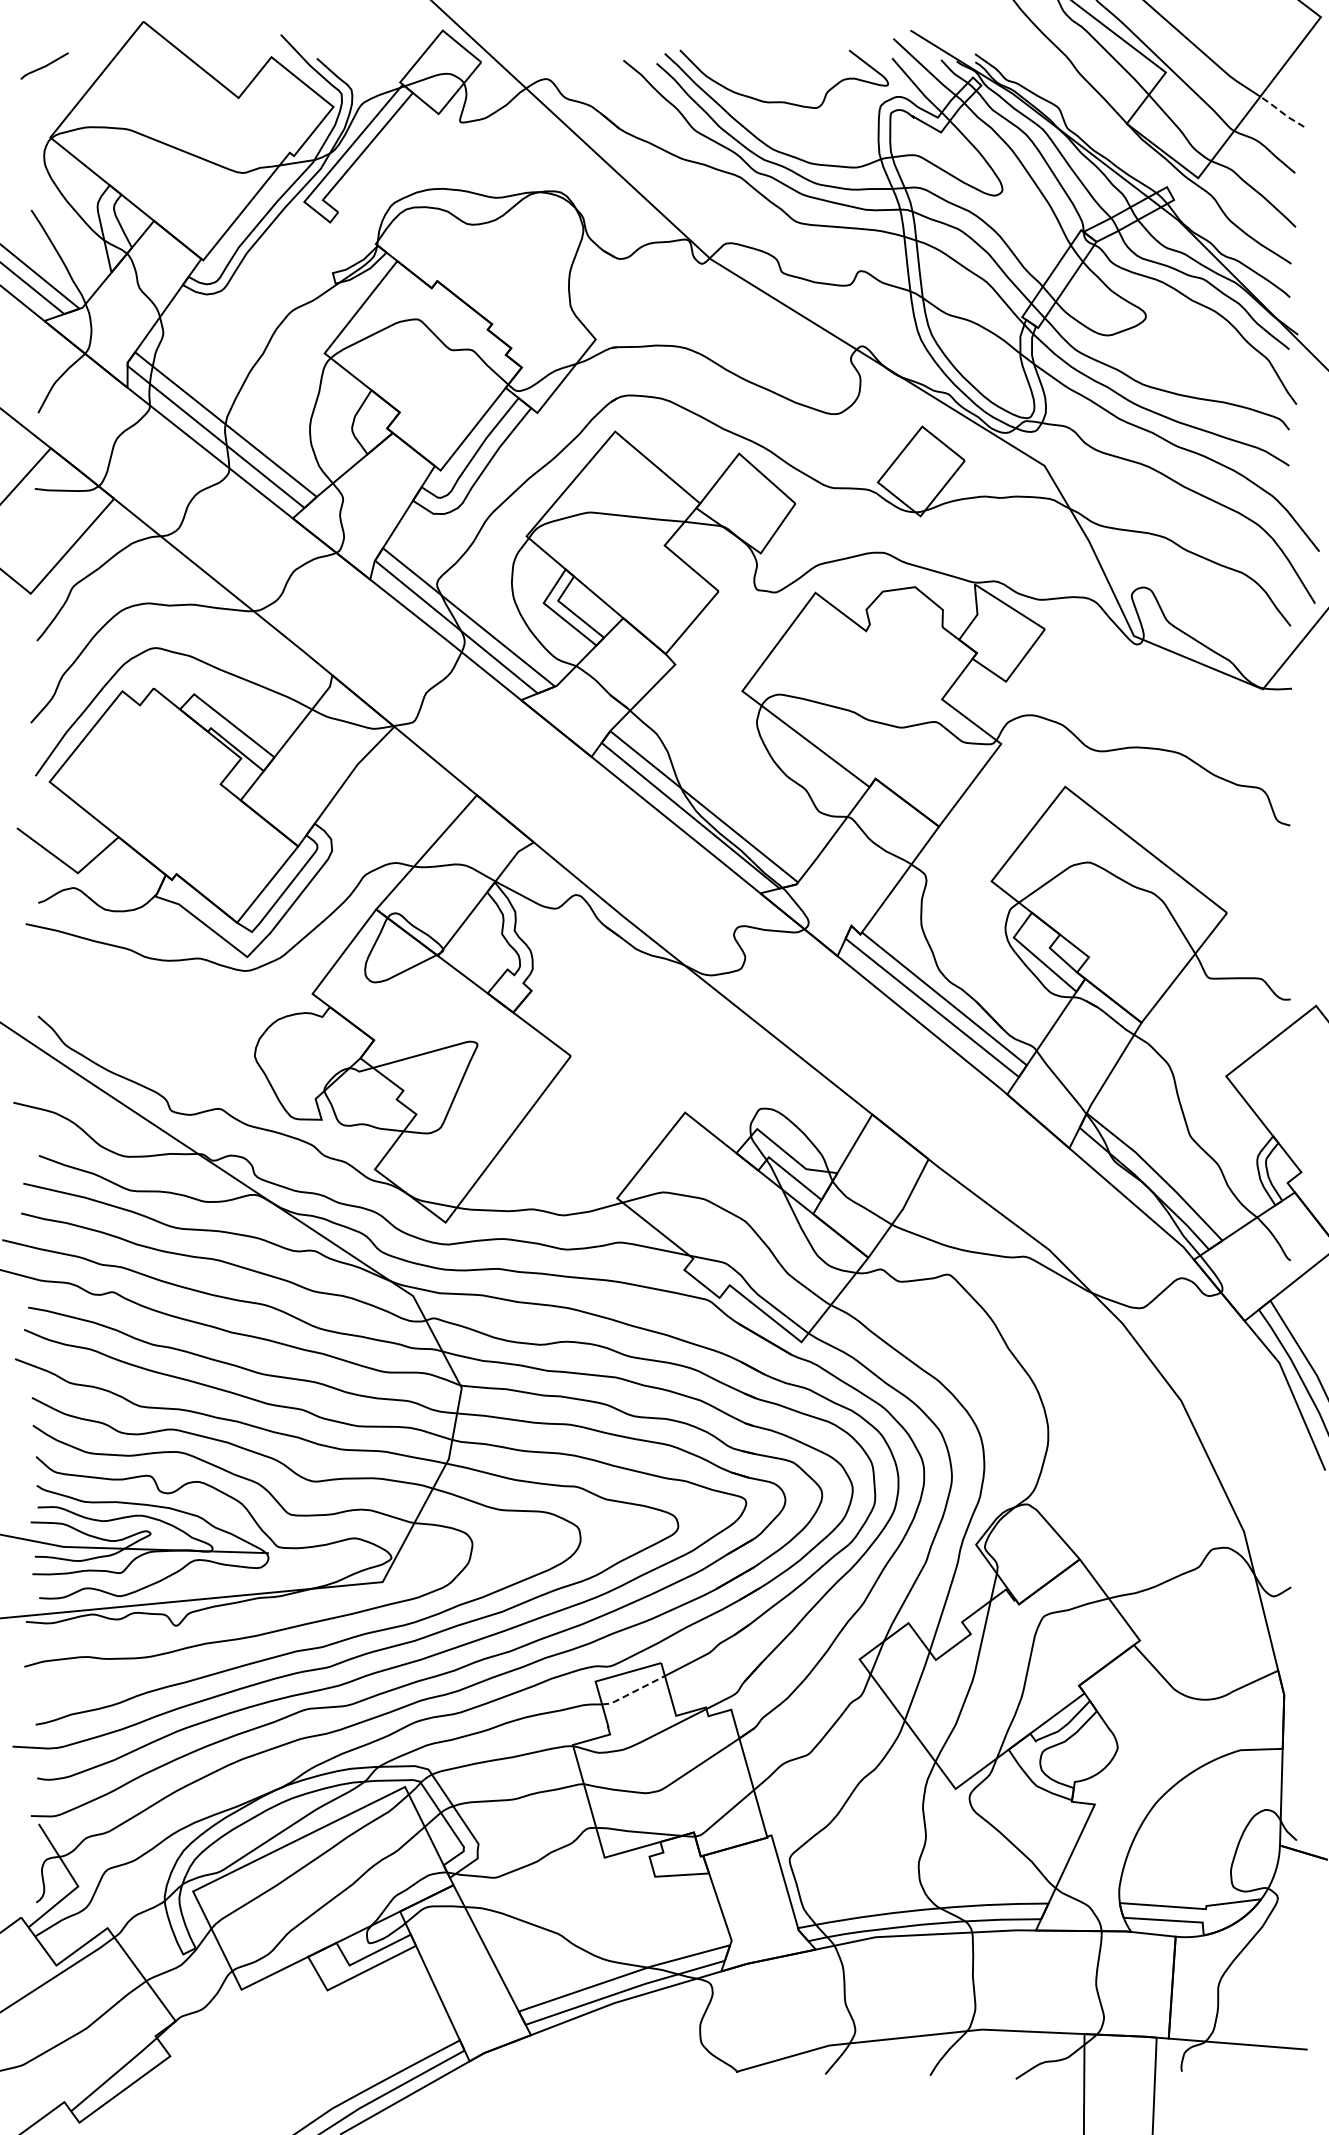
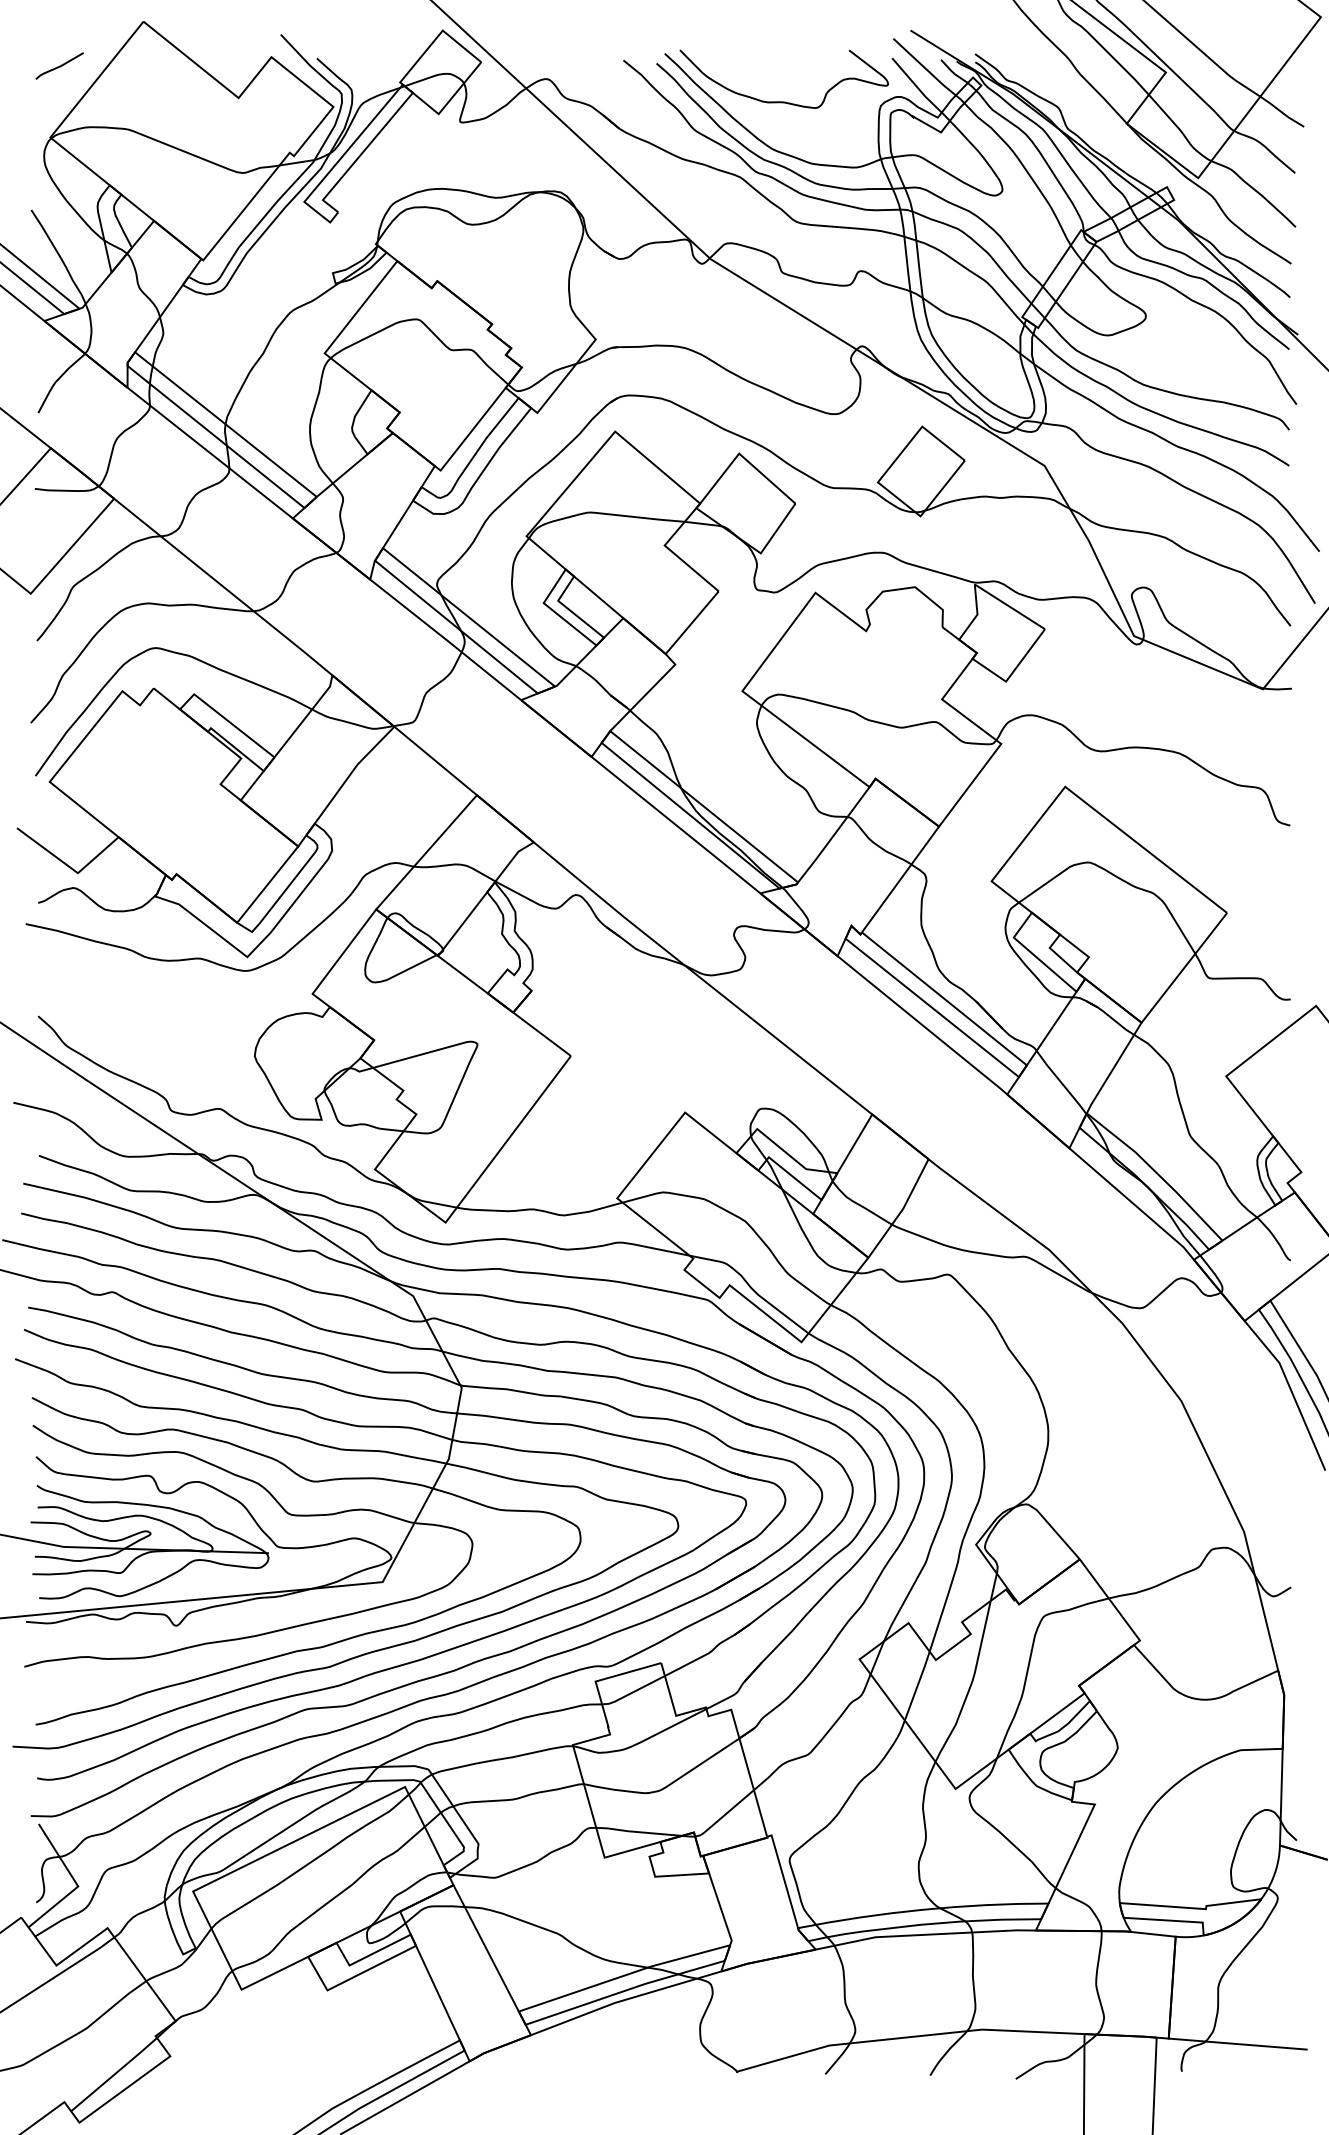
line at (44, 65) position: (44, 65) -> (59, 65)
line at (1282, 112): dashed -> solid
line at (632, 1692): dashed -> solid
